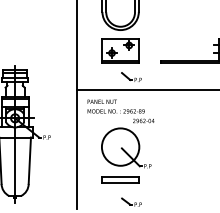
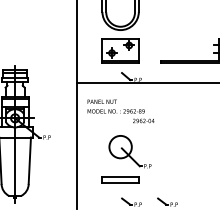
line at (146, 89) position: (146, 89) -> (146, 82)
circle at (120, 146) diameter: 37 px -> 22 px
part at (167, 201): none -> present
